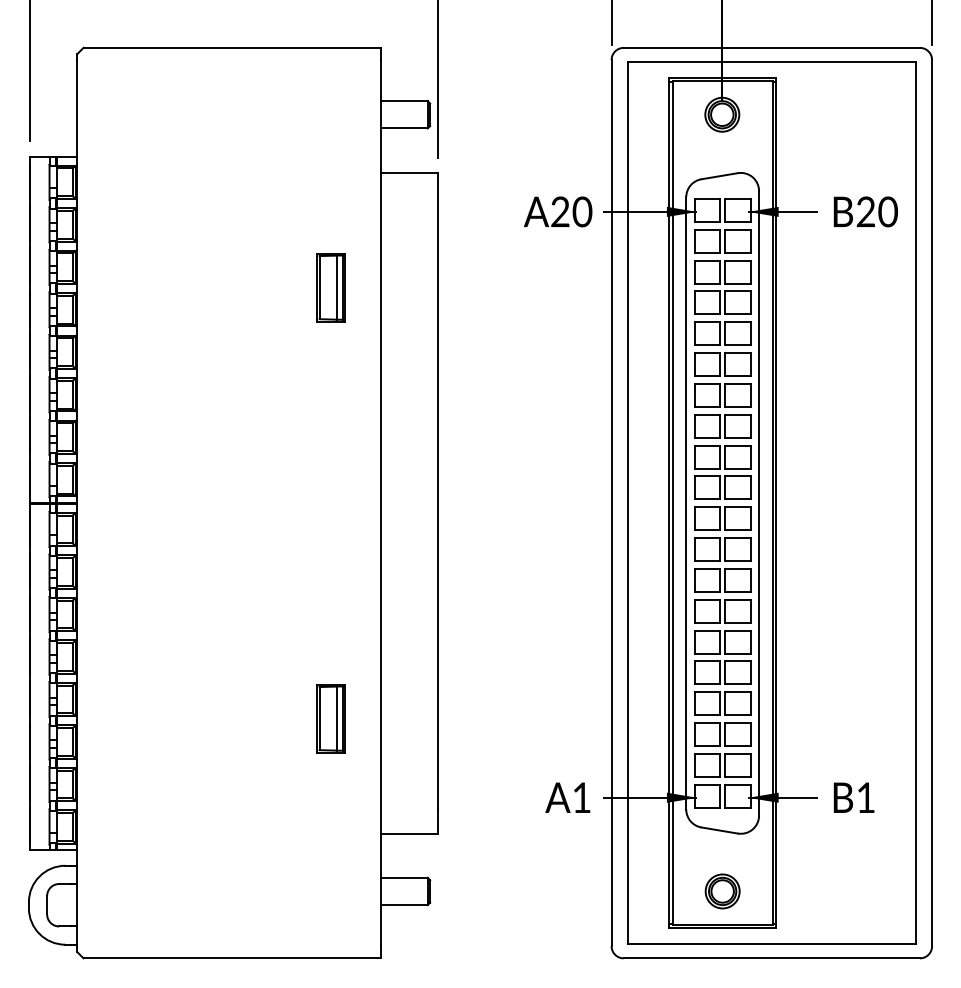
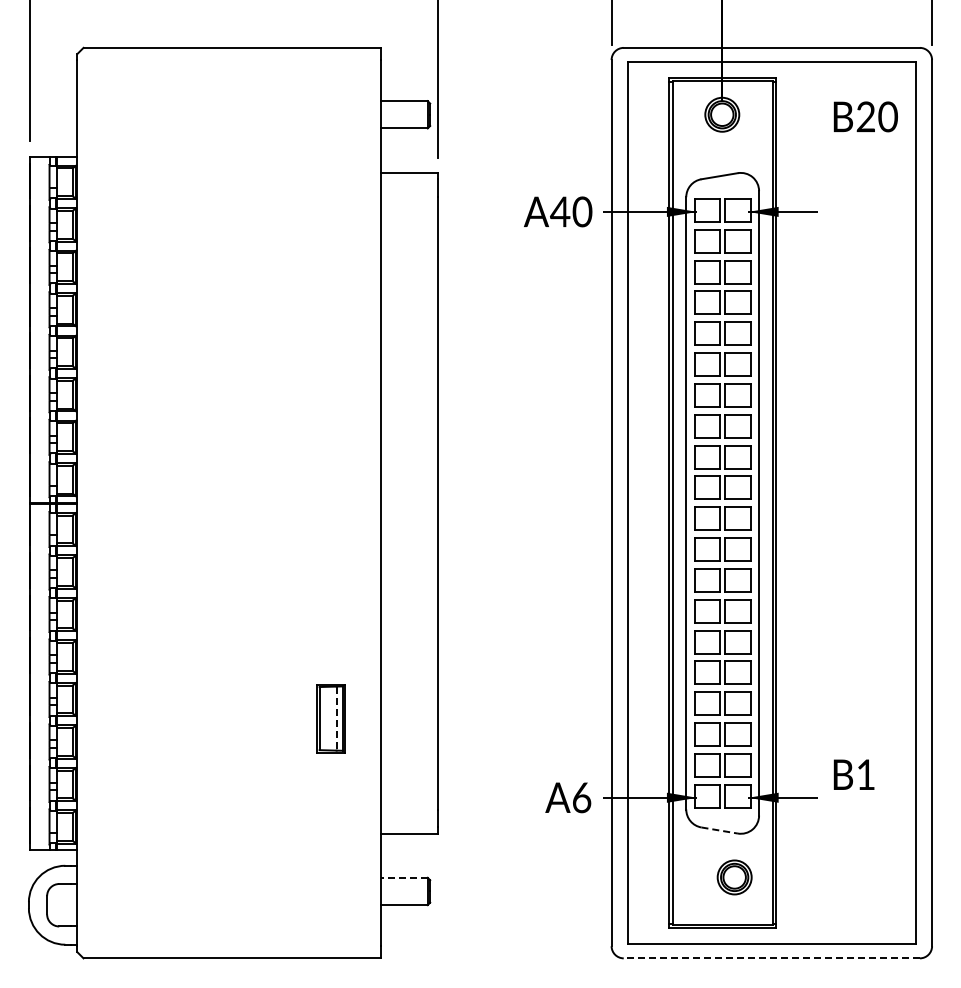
text at (560, 211): A20 -> A40
text at (865, 211) position: (865, 211) -> (865, 116)
part at (330, 287): present -> none
line at (336, 719): solid -> dashed
text at (582, 797): A1 -> A6
text at (853, 797) position: (853, 797) -> (853, 774)
line at (720, 830): solid -> dashed
line at (403, 877): solid -> dashed
part at (722, 891) position: (722, 891) -> (734, 877)
line at (771, 958): solid -> dashed
